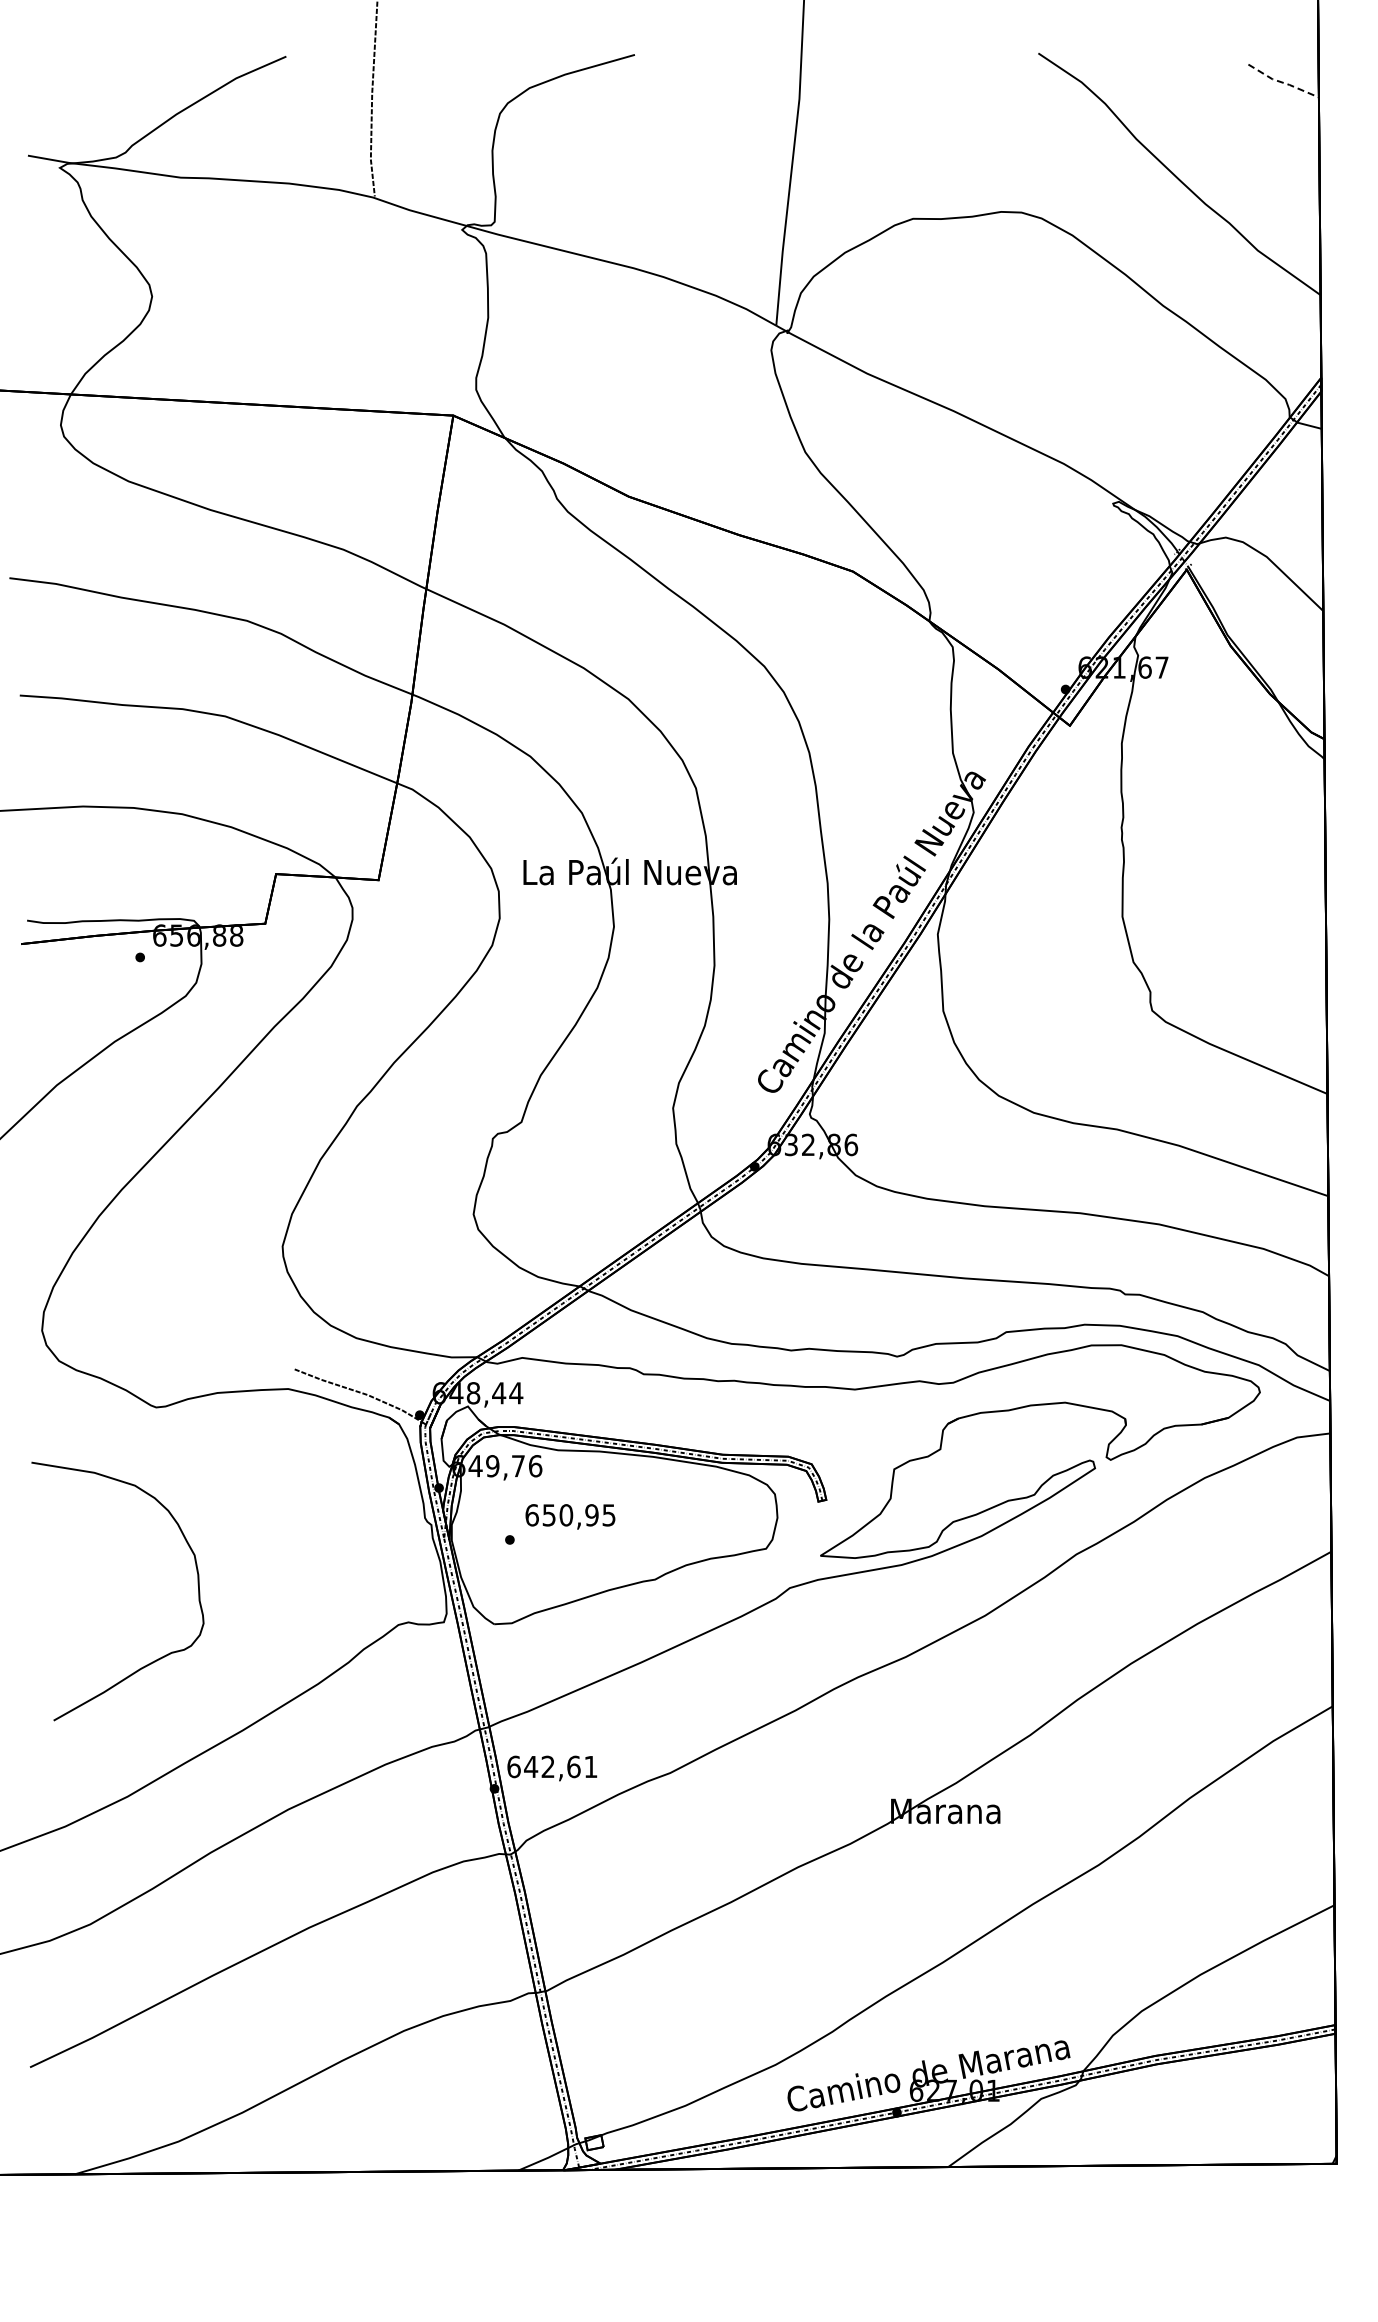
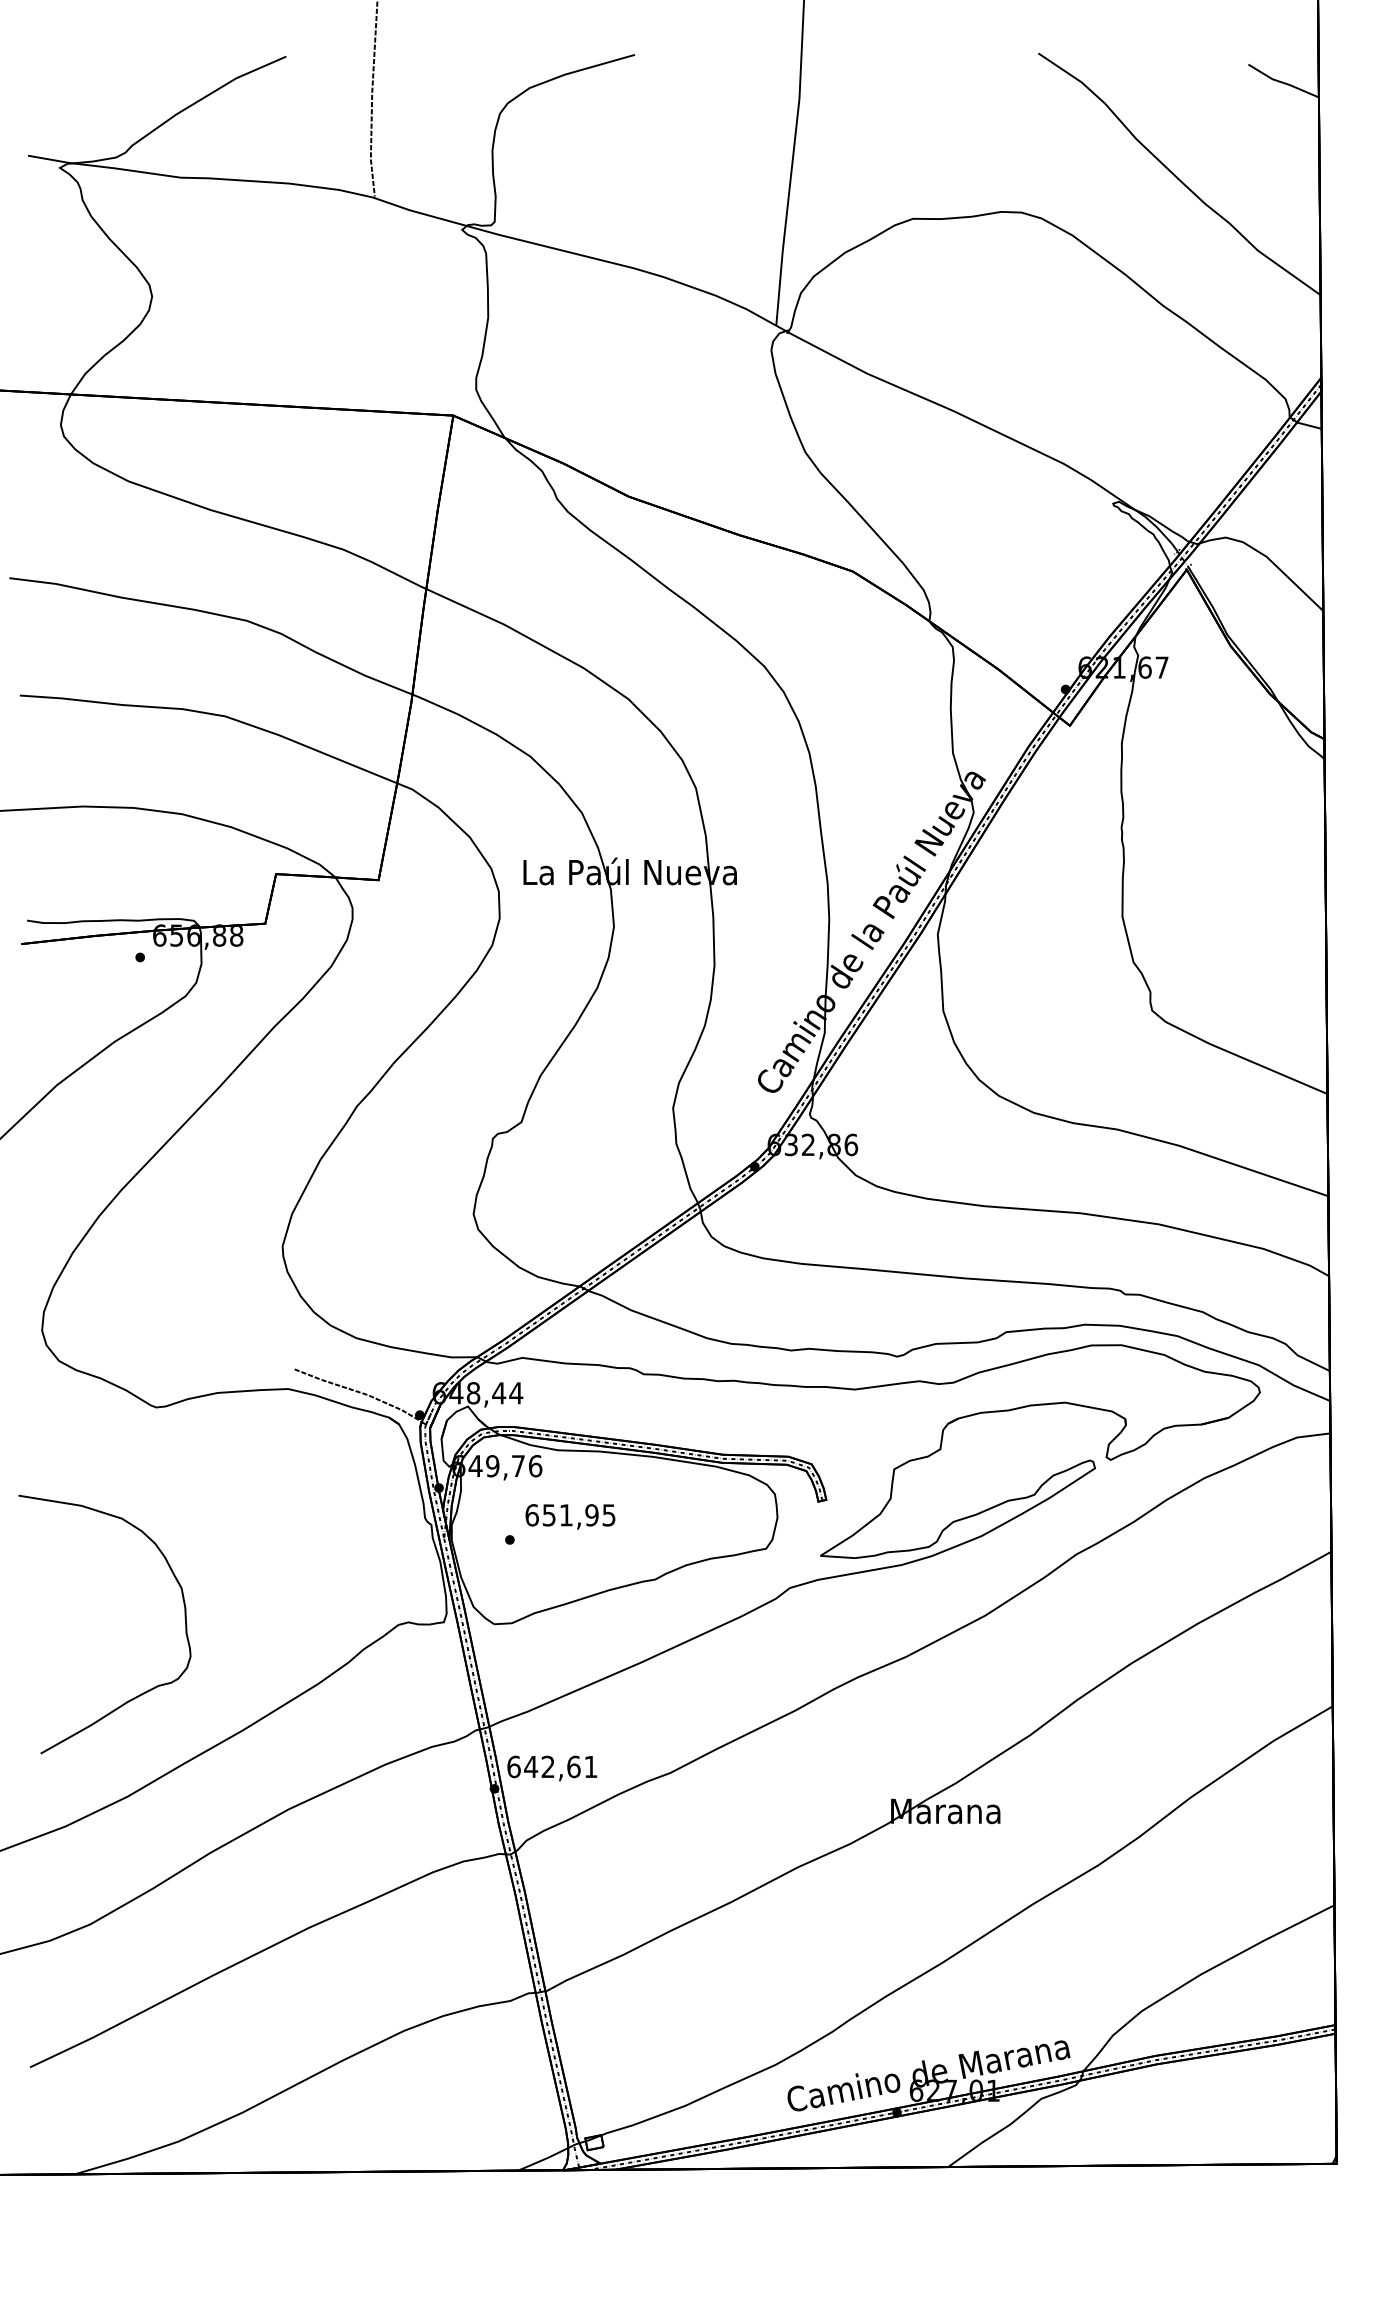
line at (1282, 82): dashed -> solid
text at (566, 1515): 650,95 -> 651,95
curve at (152, 1661) position: (152, 1661) -> (139, 1694)
